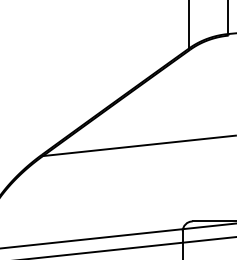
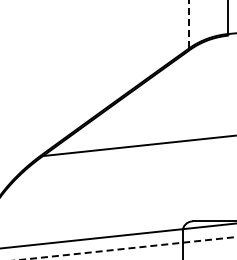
line at (189, 24): solid -> dashed
line at (128, 248): solid -> dashed
